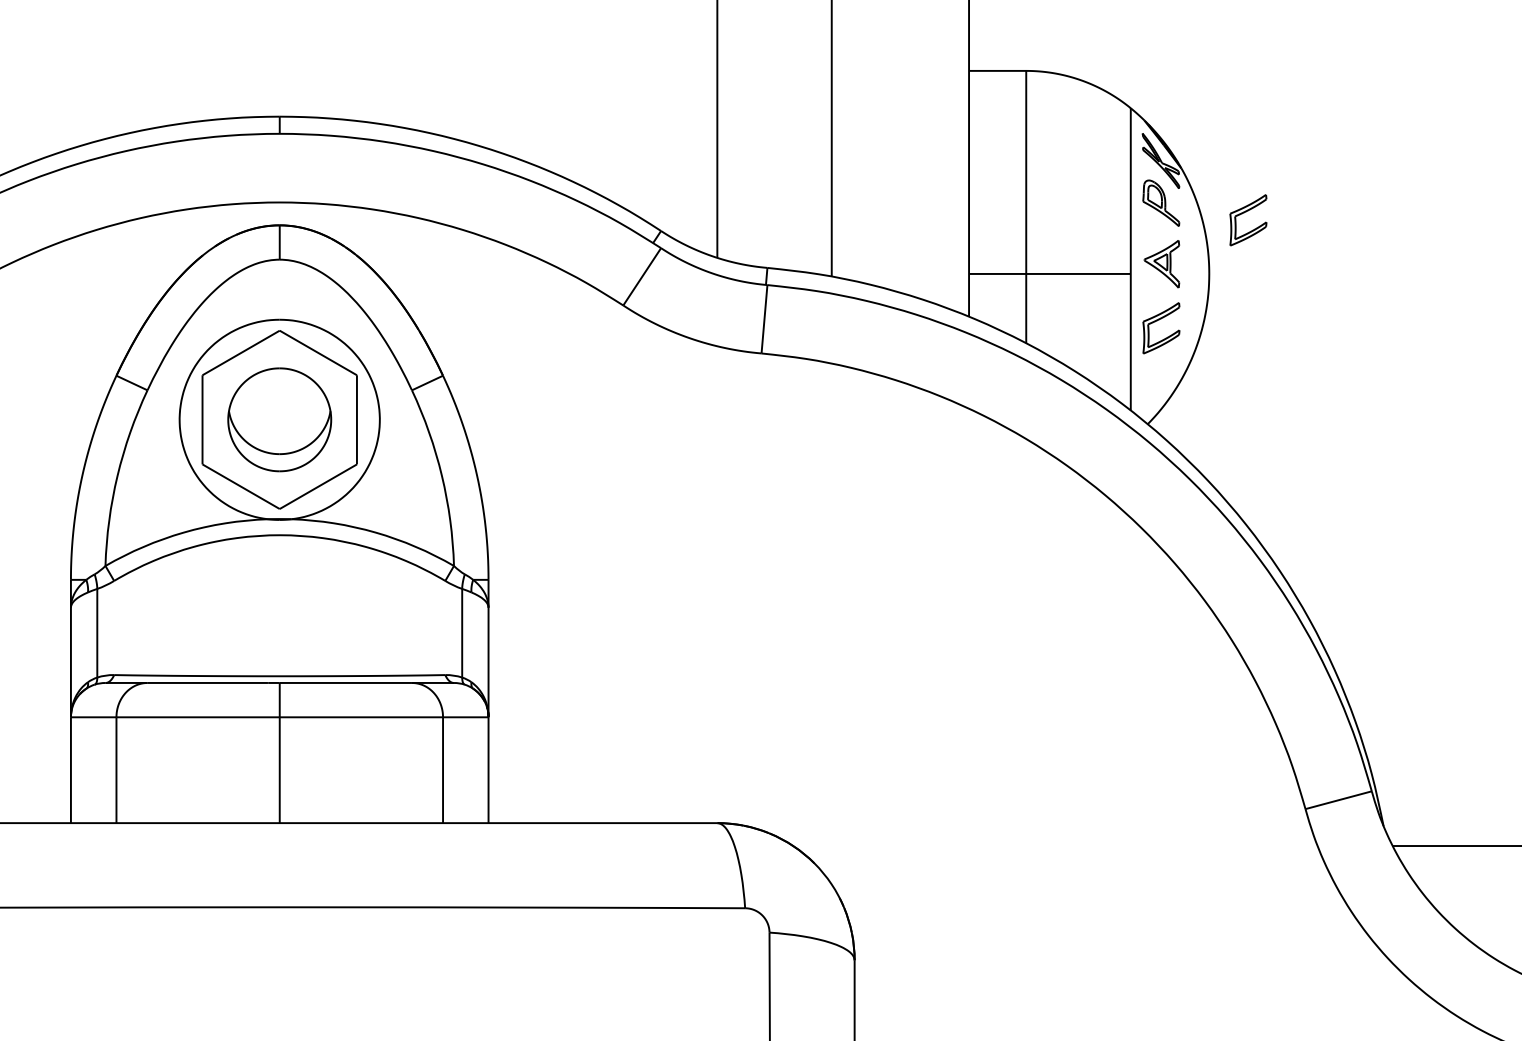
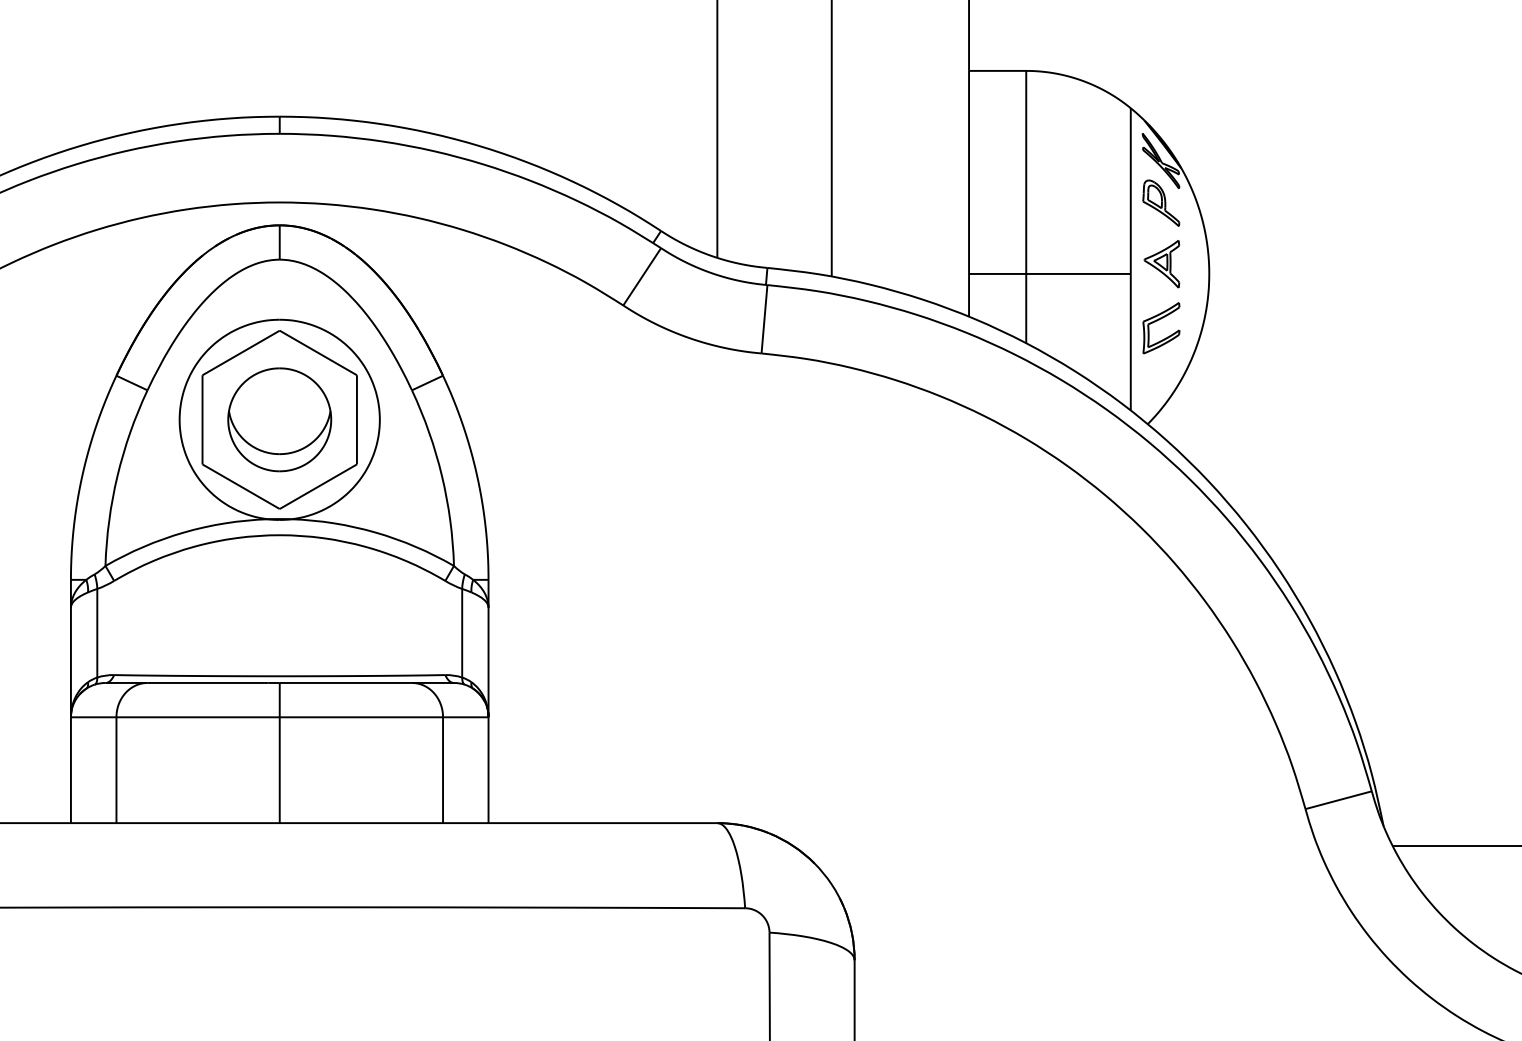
part at (1244, 213): present -> none
